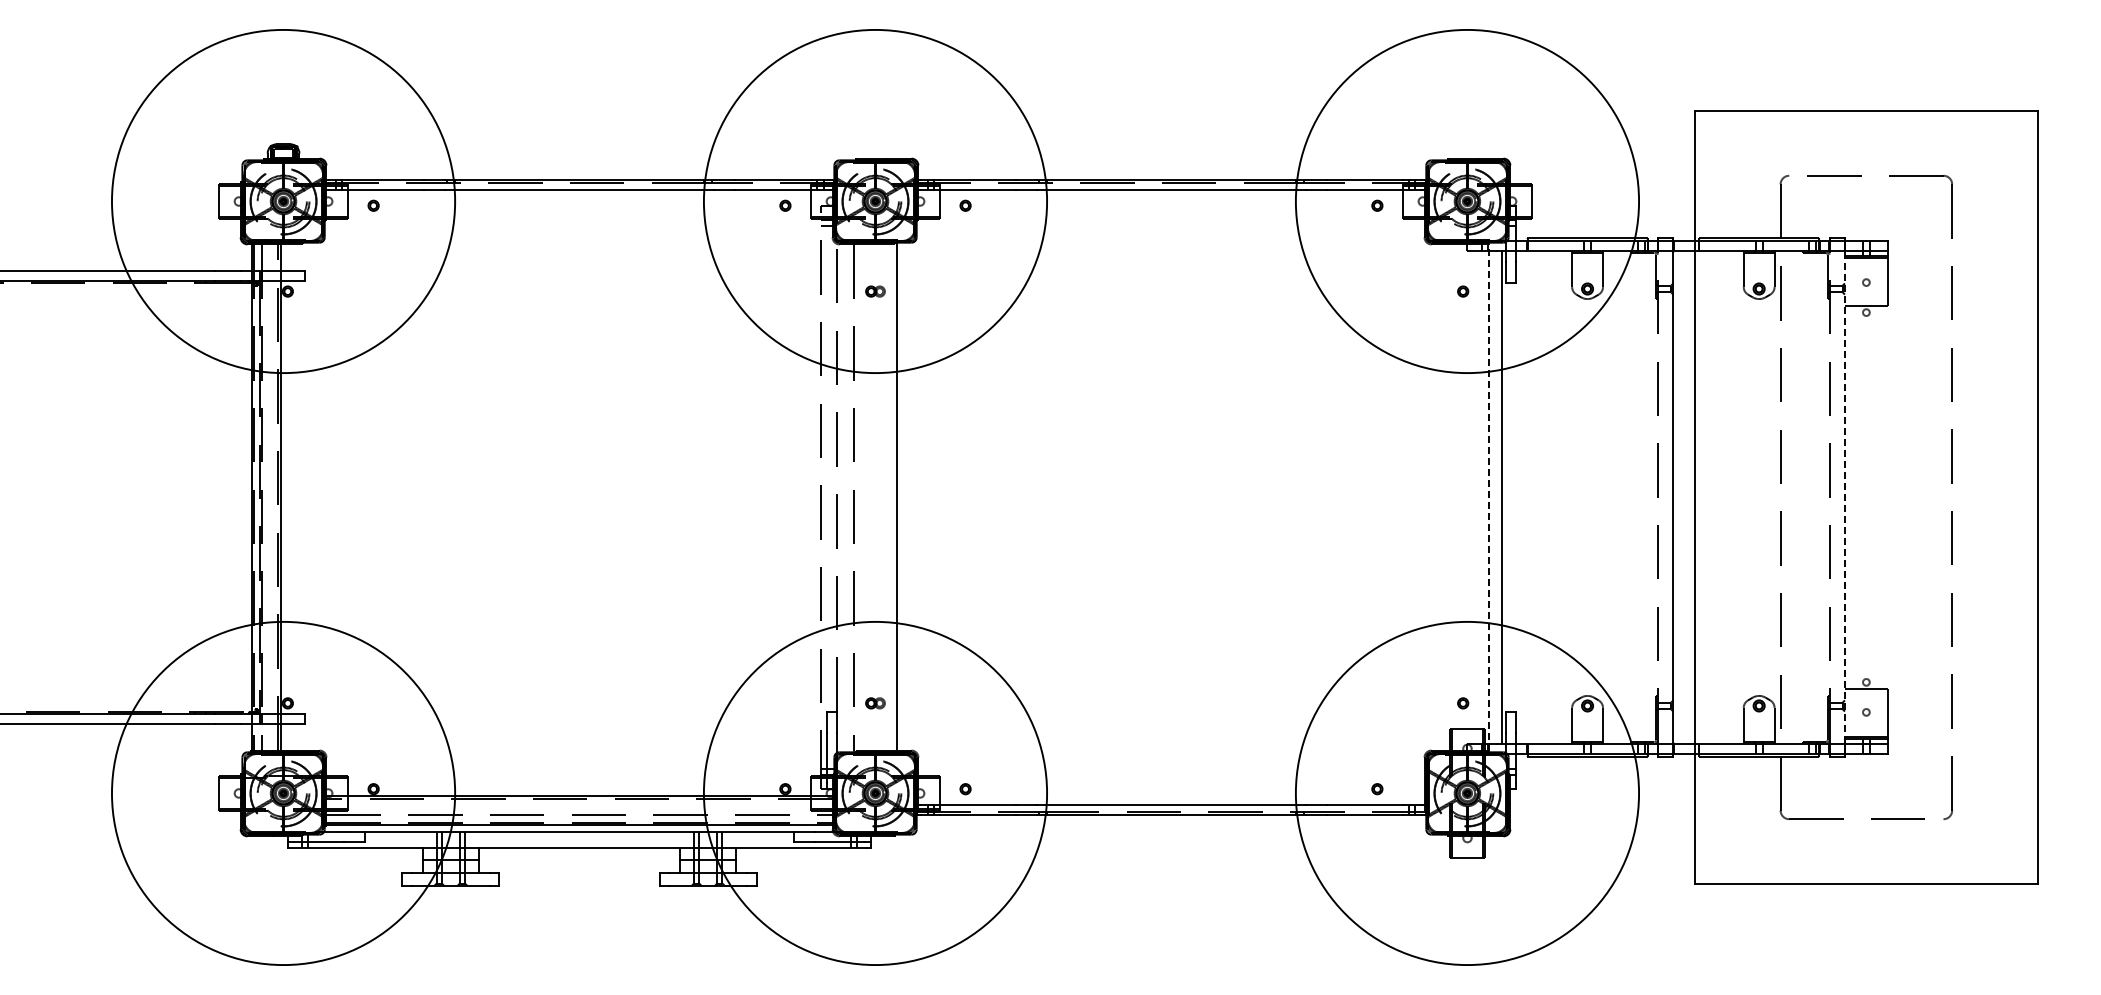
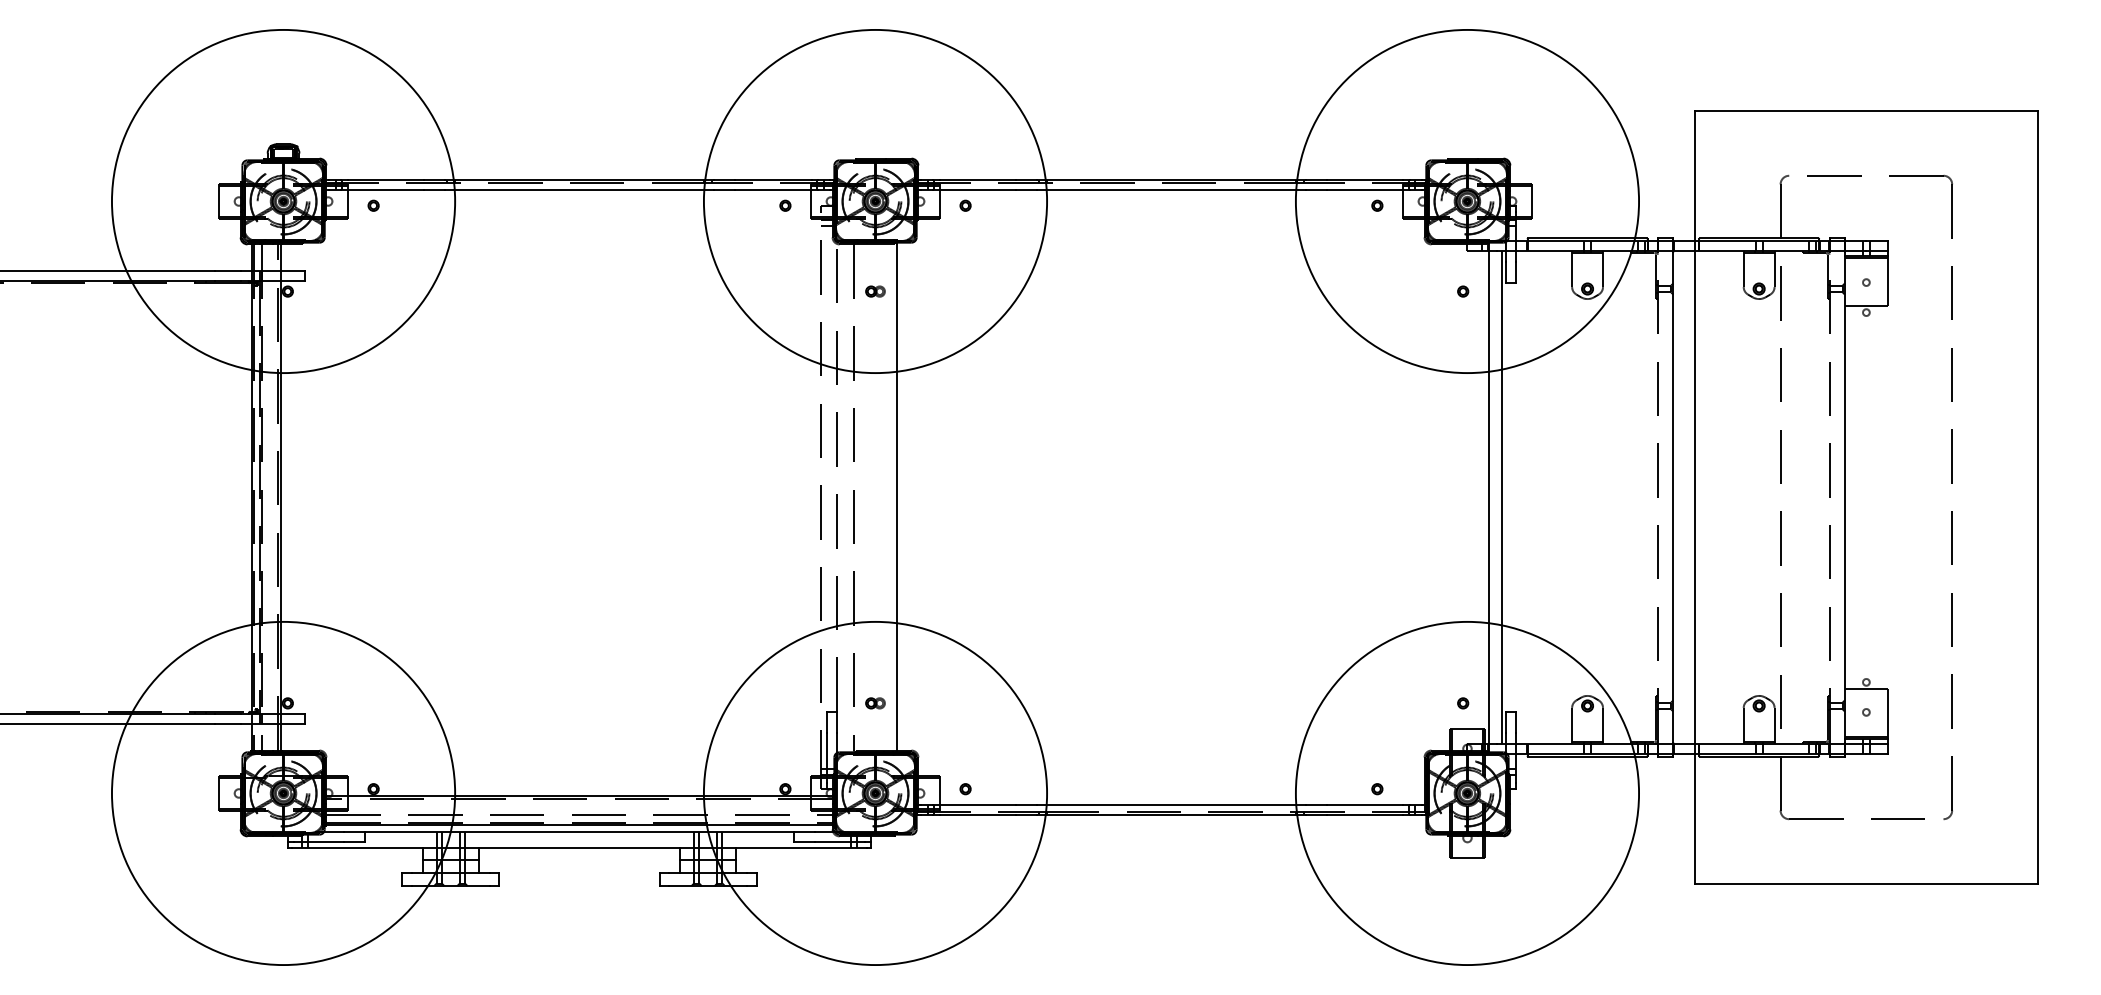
line at (1488, 496): dashed -> solid
line at (1844, 496): dashed -> solid
